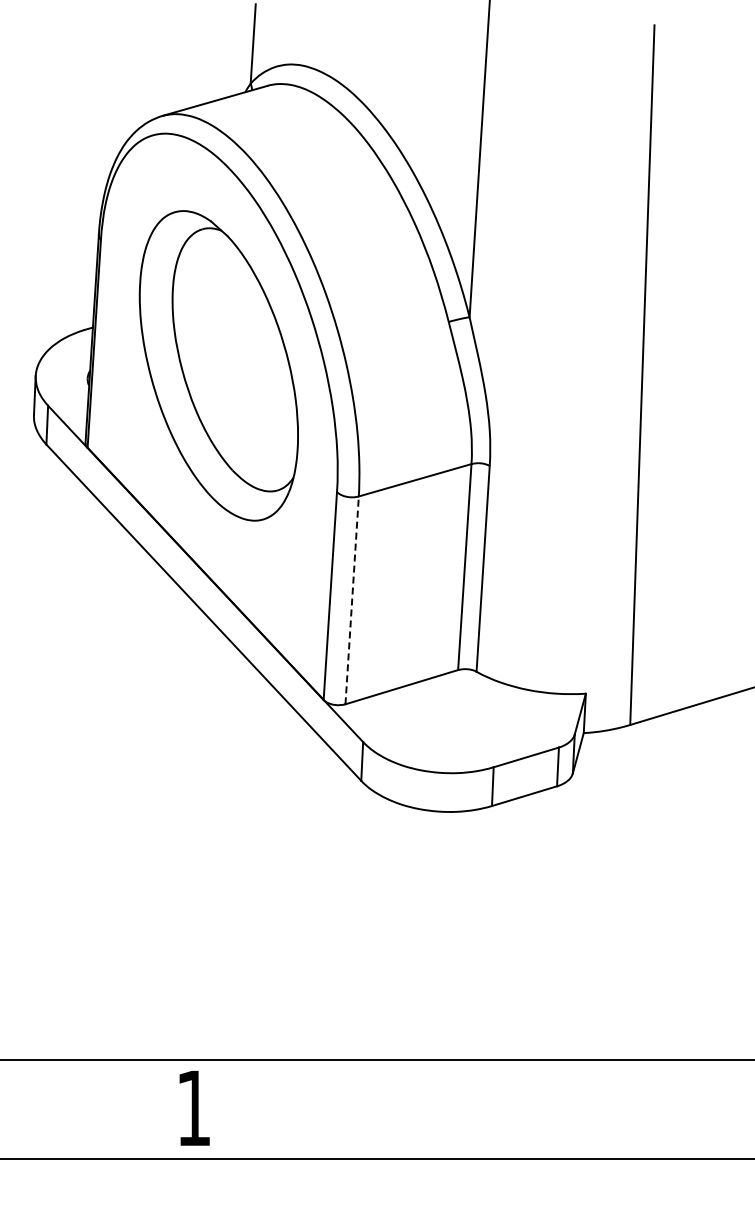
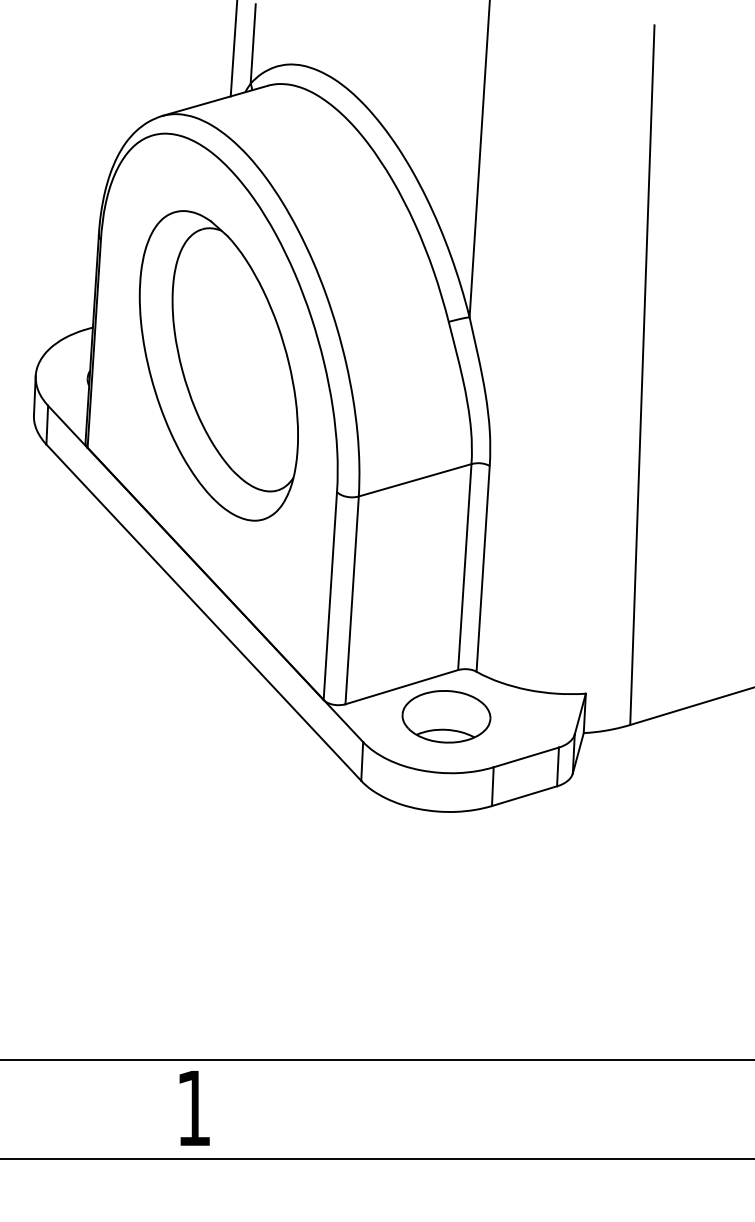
line at (233, 49): none -> present
line at (352, 599): dashed -> solid
part at (446, 716): none -> present
